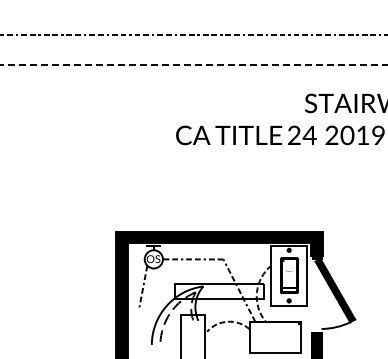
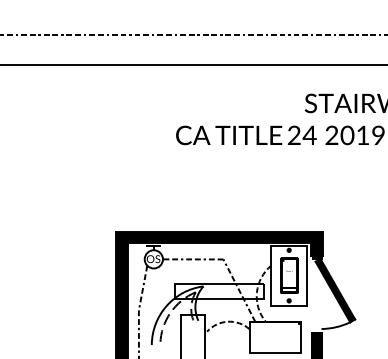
line at (193, 65): dashed -> solid
line at (138, 332): none -> present
